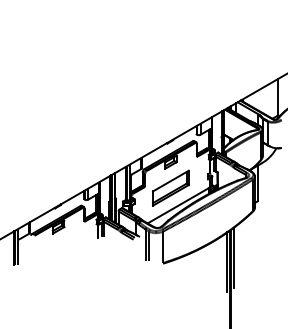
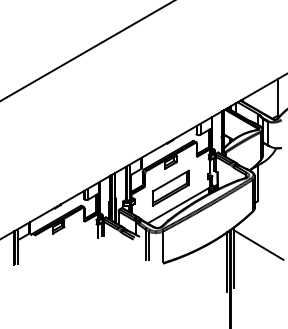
line at (86, 50): none -> present
line at (258, 244): none -> present
